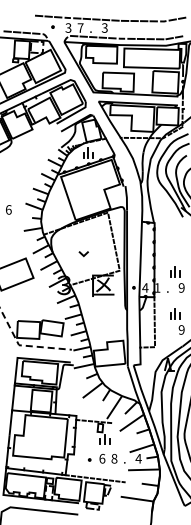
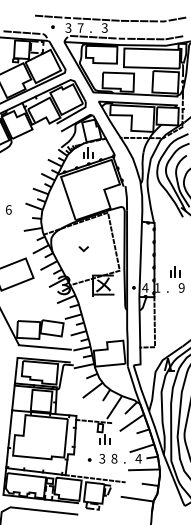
line at (83, 254) position: (83, 254) -> (83, 249)
part at (177, 321): present -> none
line at (23, 345): dashed -> solid
text at (102, 458): 6 -> 3
